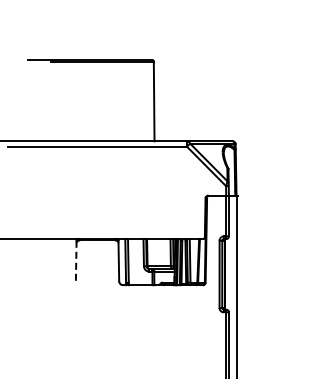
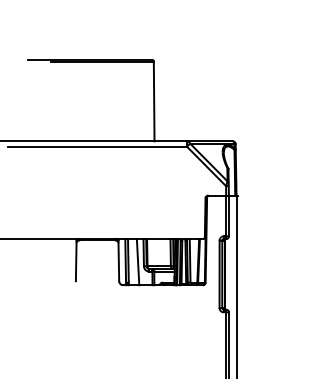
line at (76, 261): dashed -> solid
line at (137, 262): none -> present
